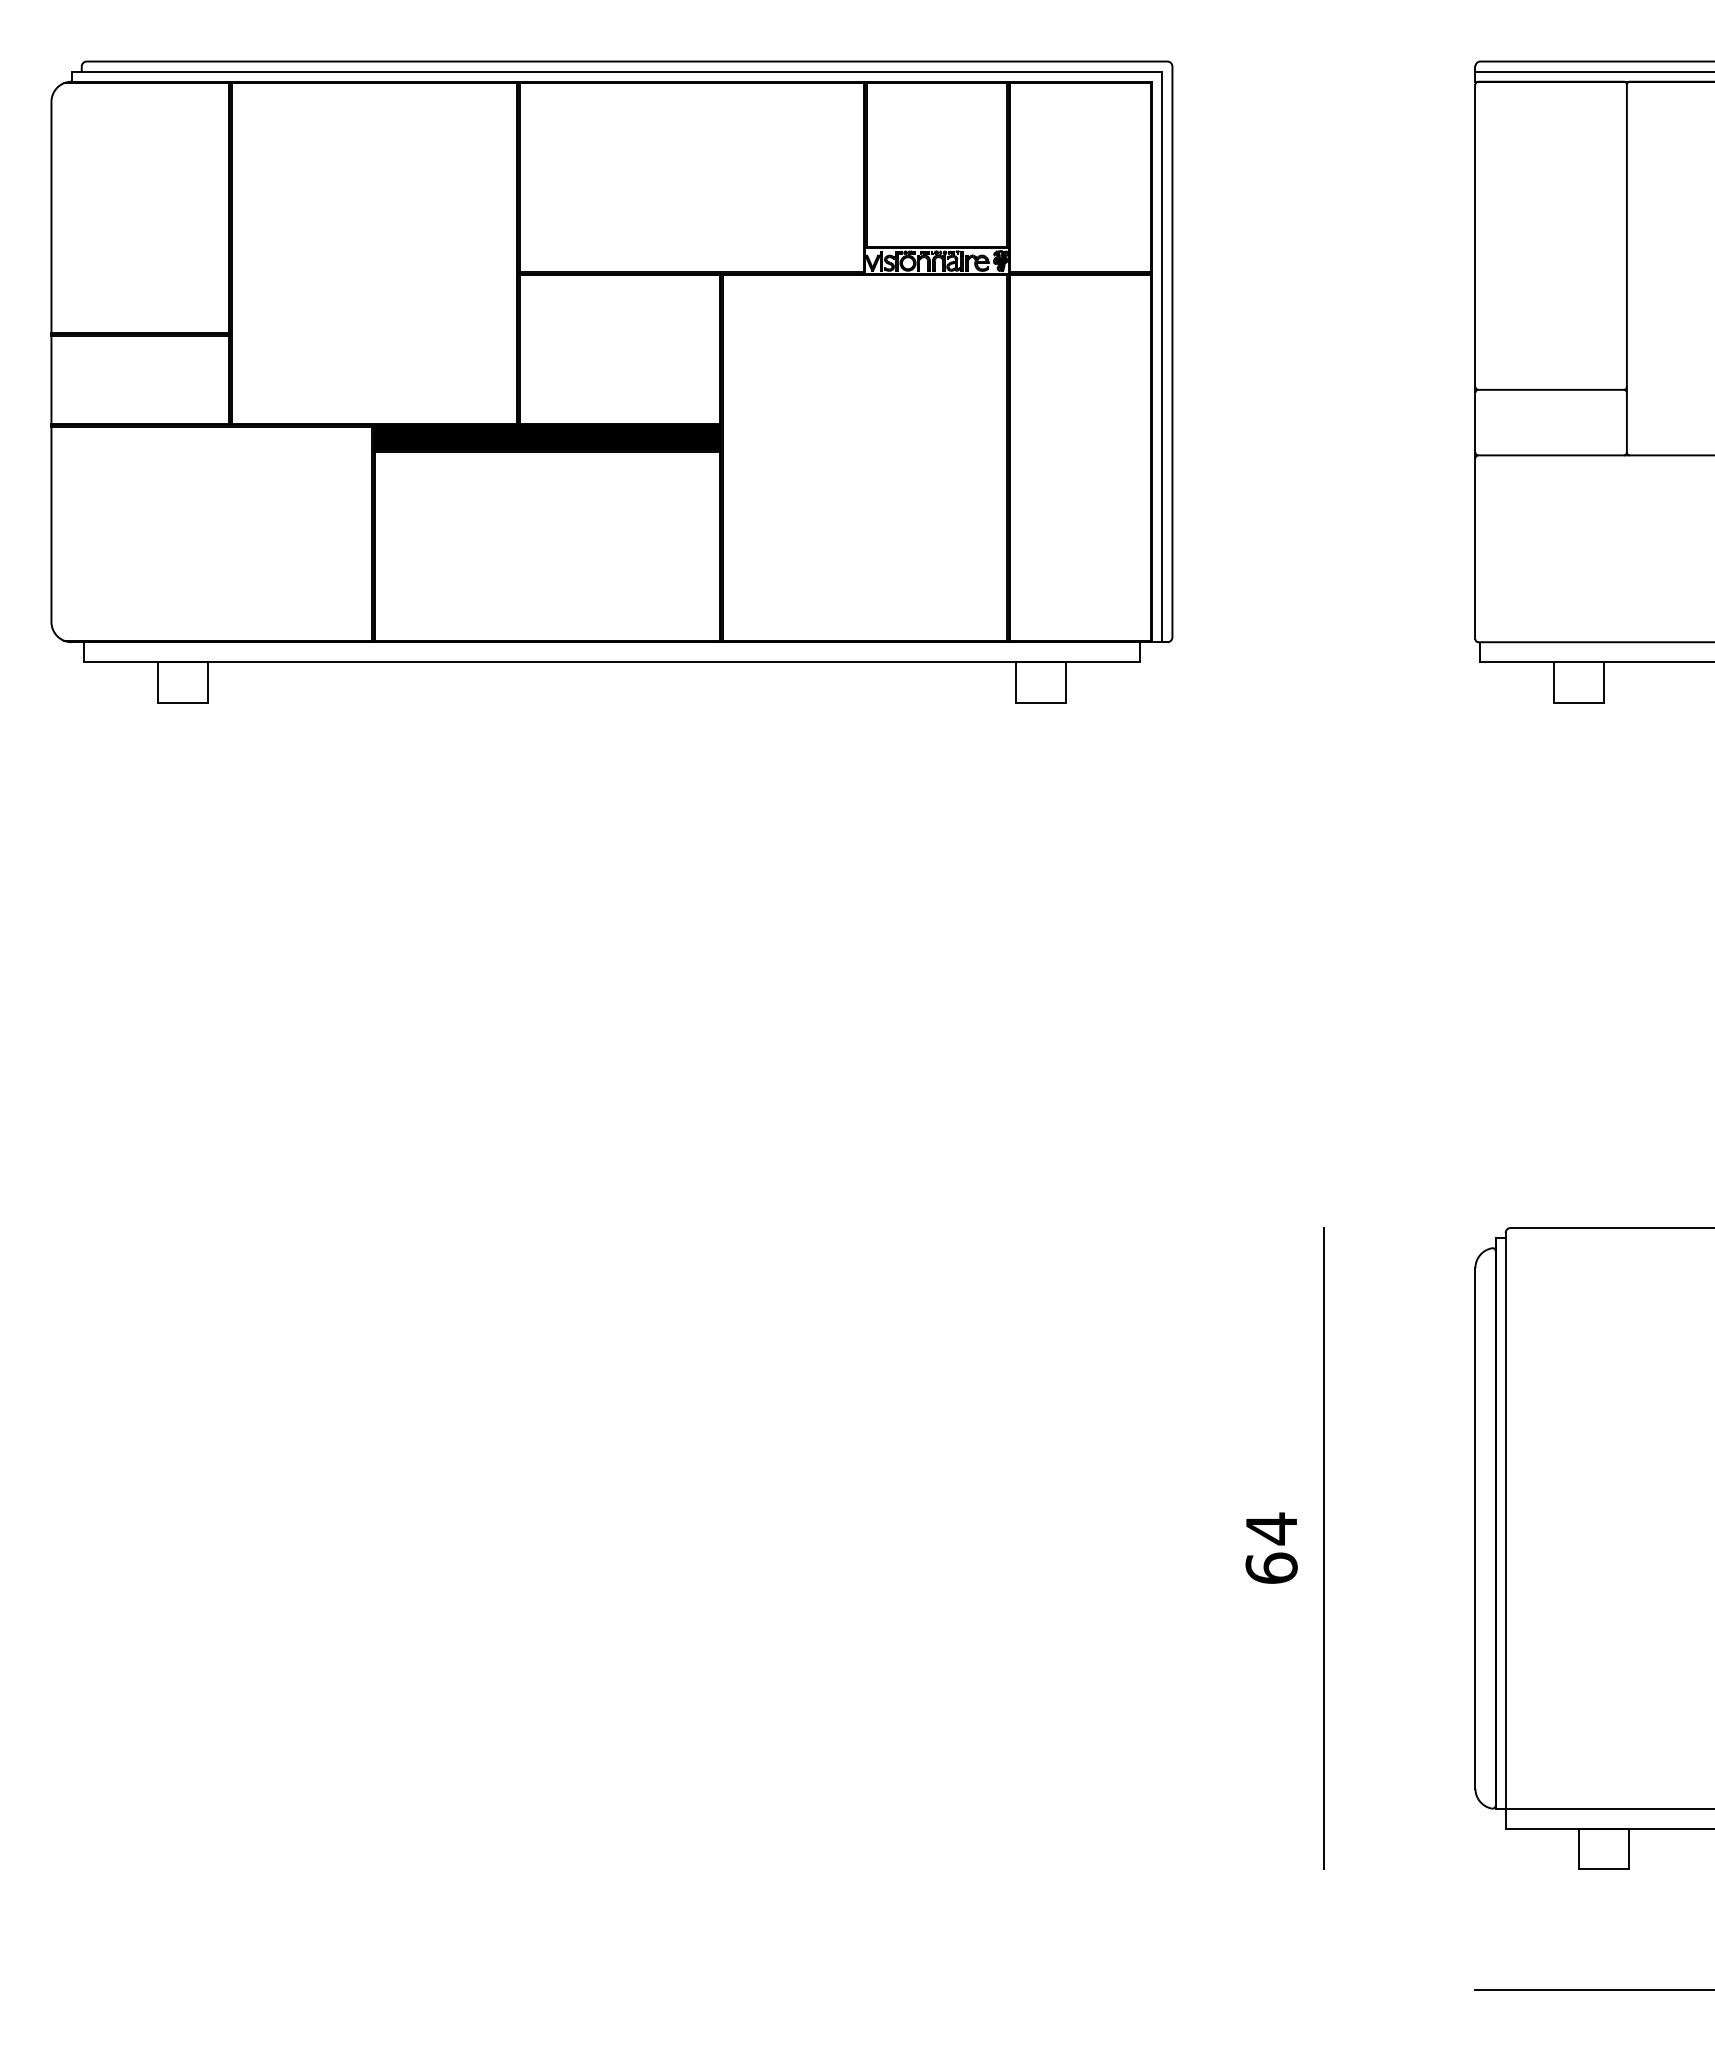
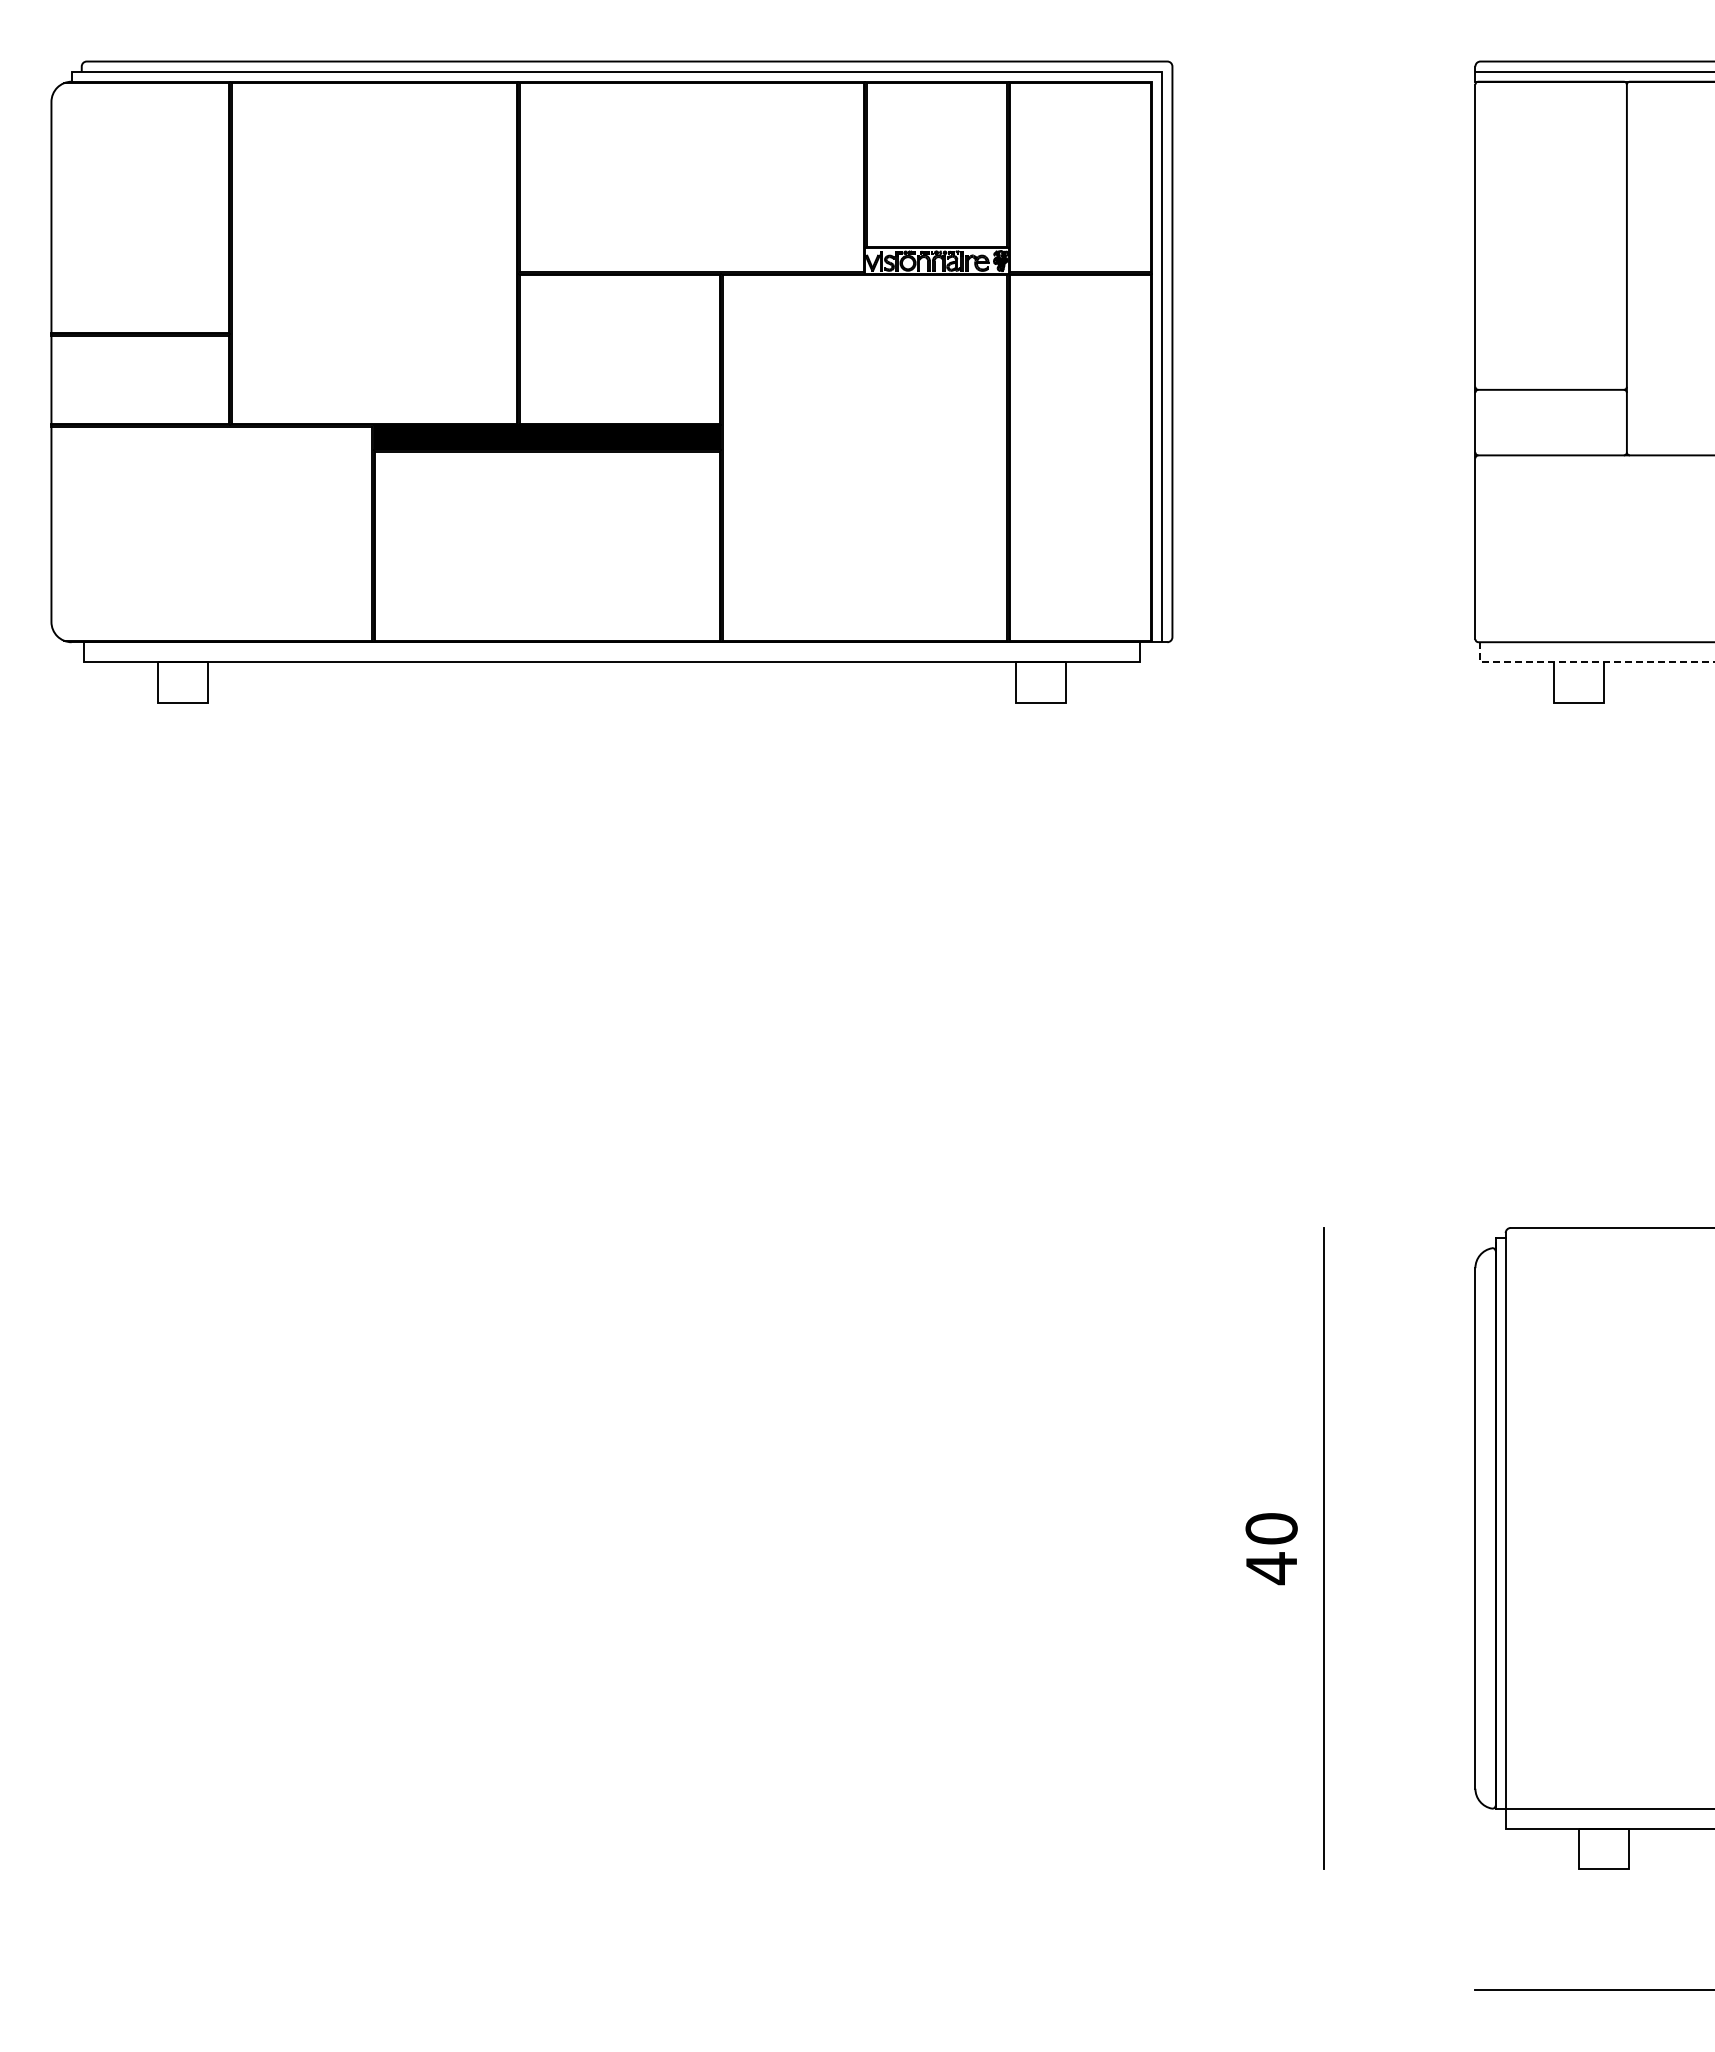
line at (1586, 662): solid -> dashed
text at (1271, 1548): 64 -> 40
